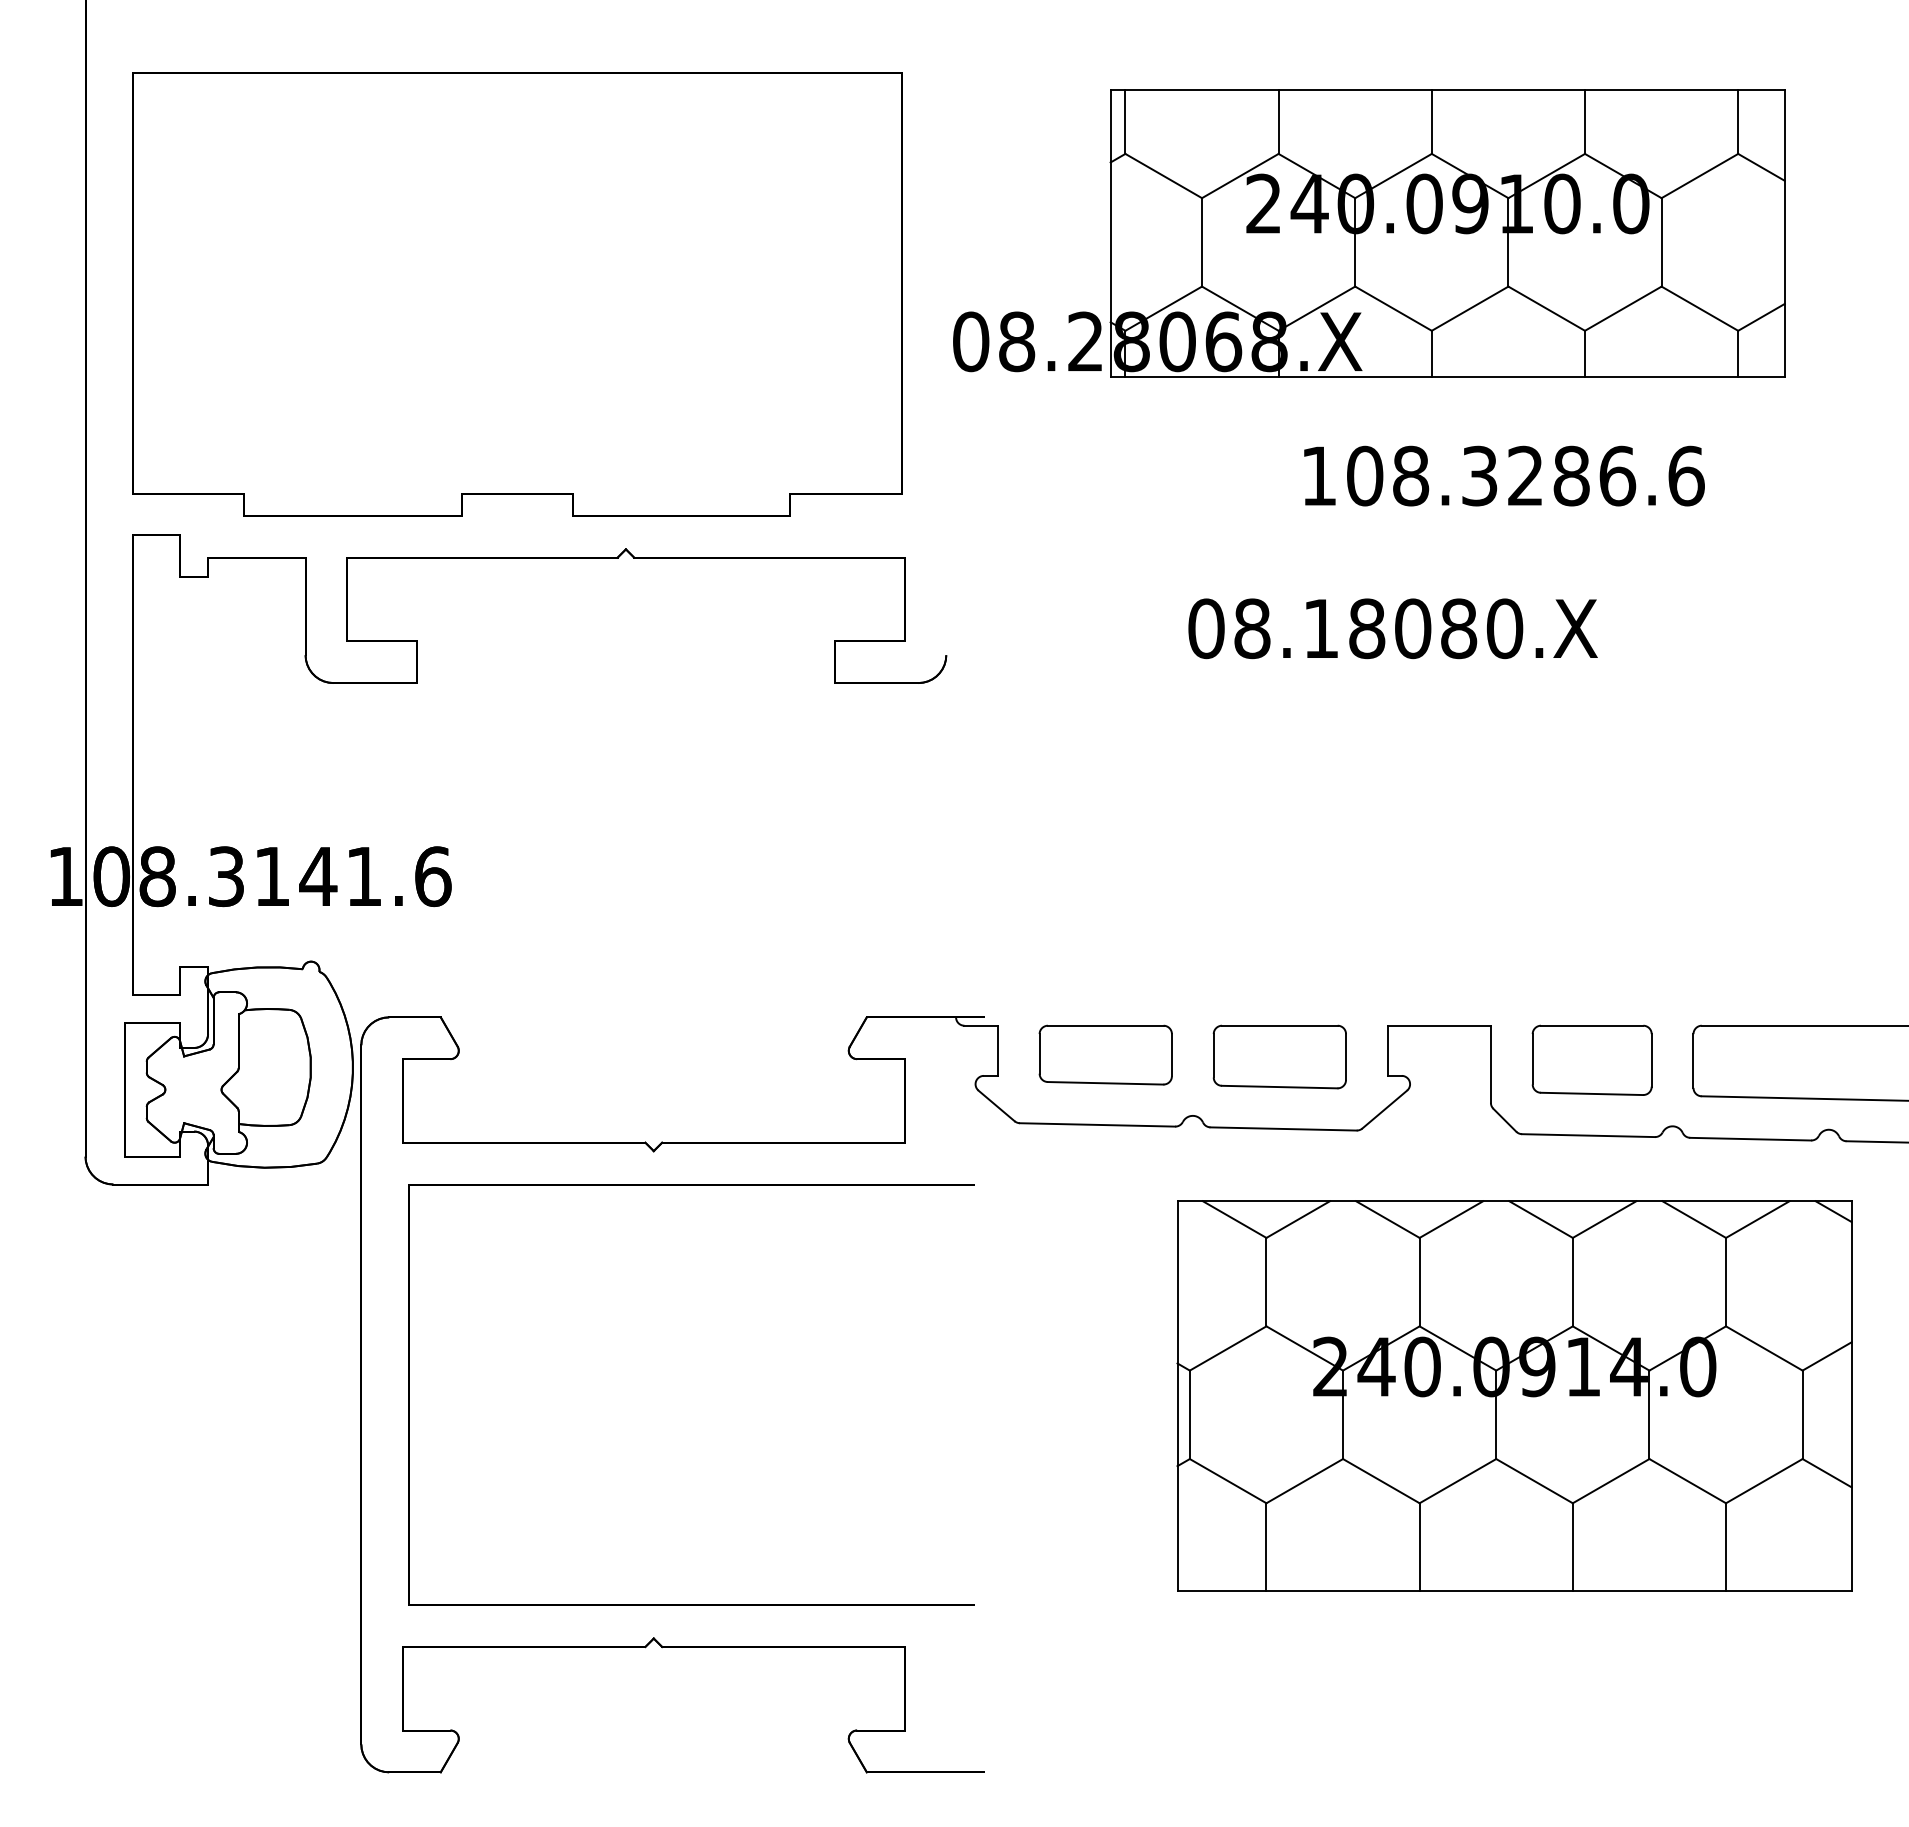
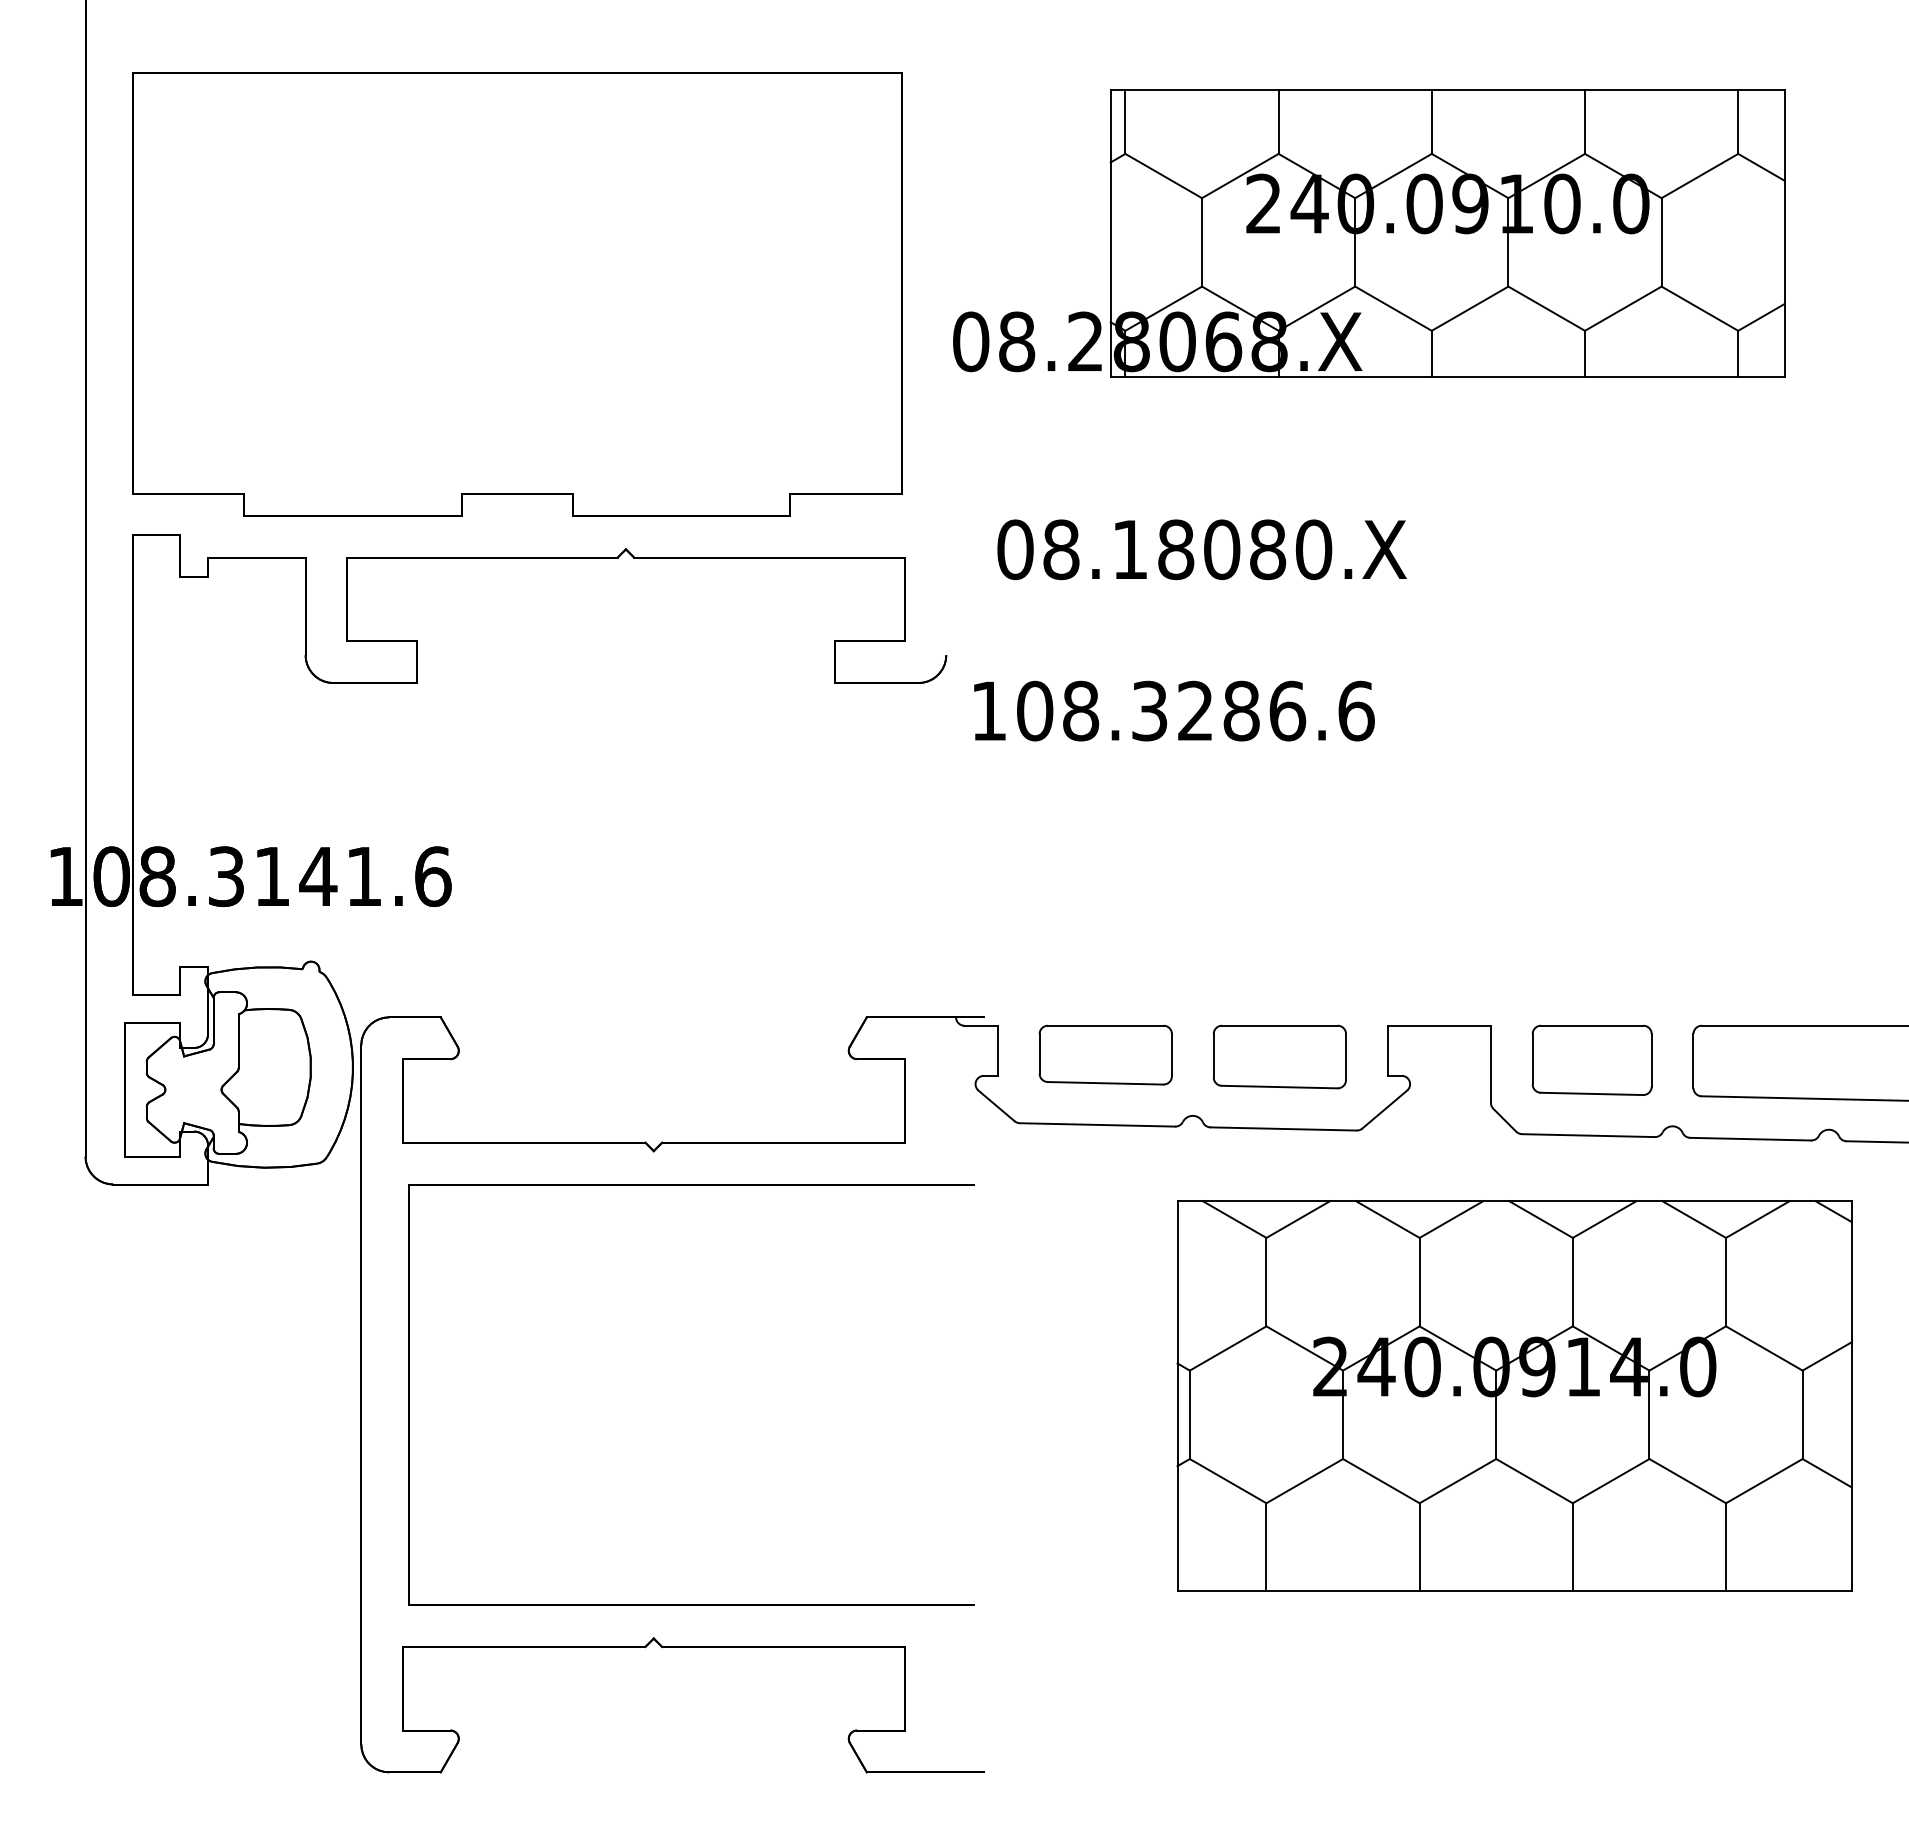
text at (1504, 475) position: (1504, 475) -> (1174, 710)
text at (1392, 628) position: (1392, 628) -> (1201, 549)
